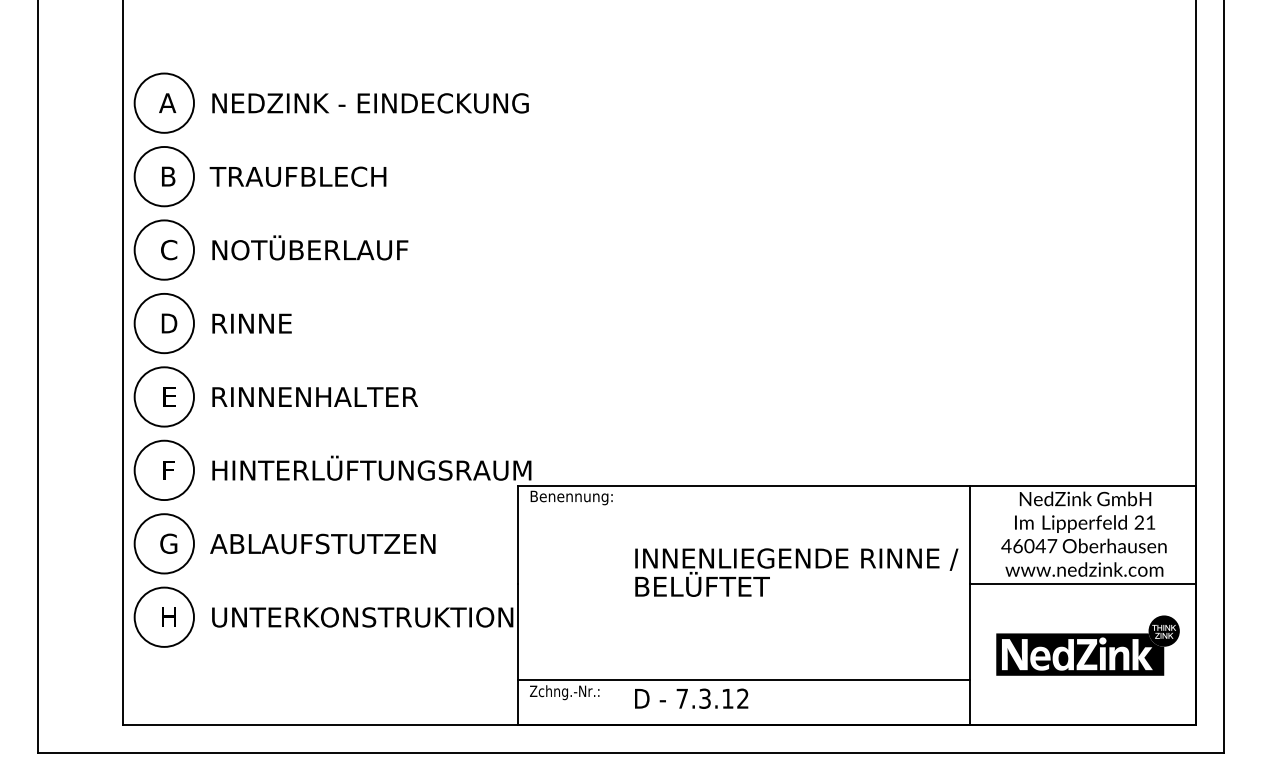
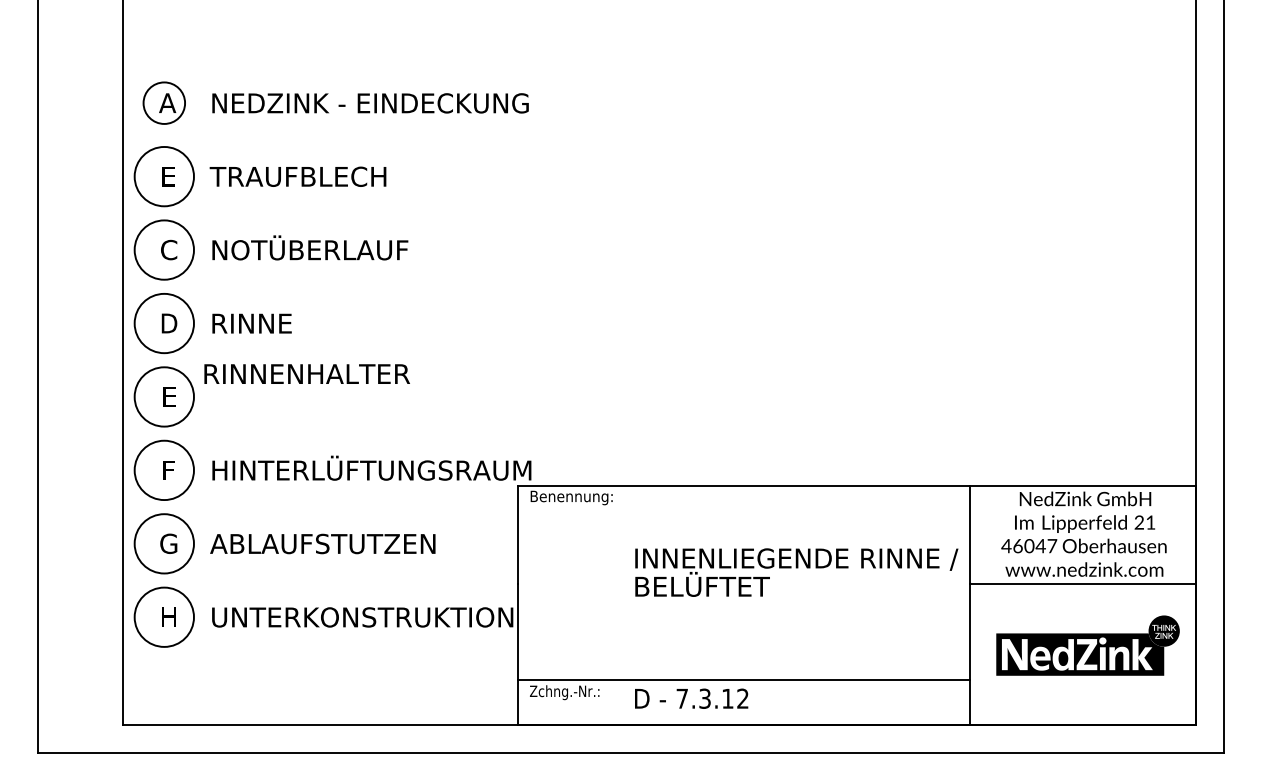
circle at (163, 102) diameter: 59 px -> 42 px
text at (168, 176): B -> E
text at (314, 396) position: (314, 396) -> (306, 373)
